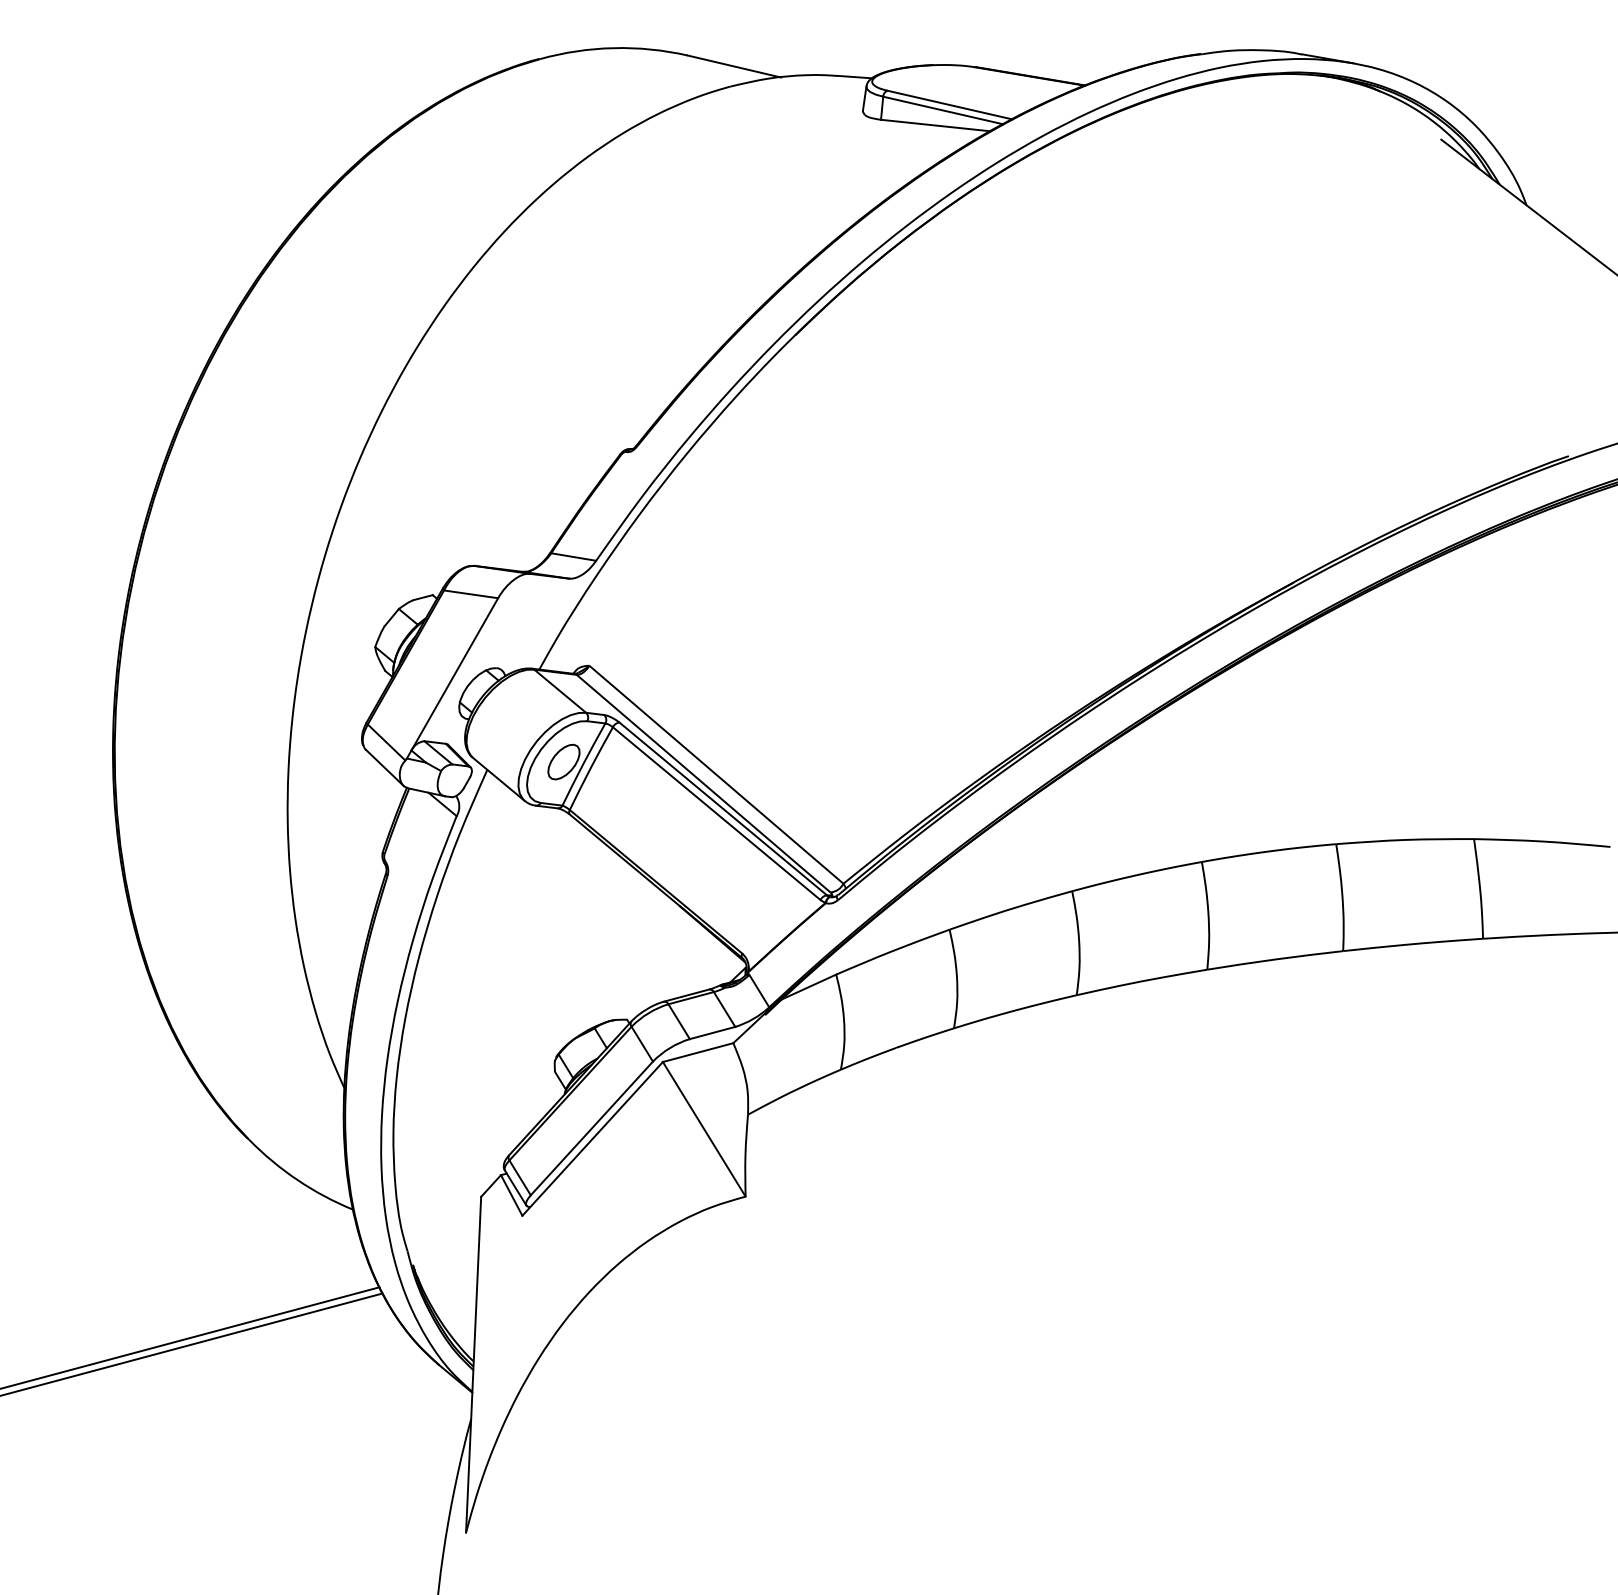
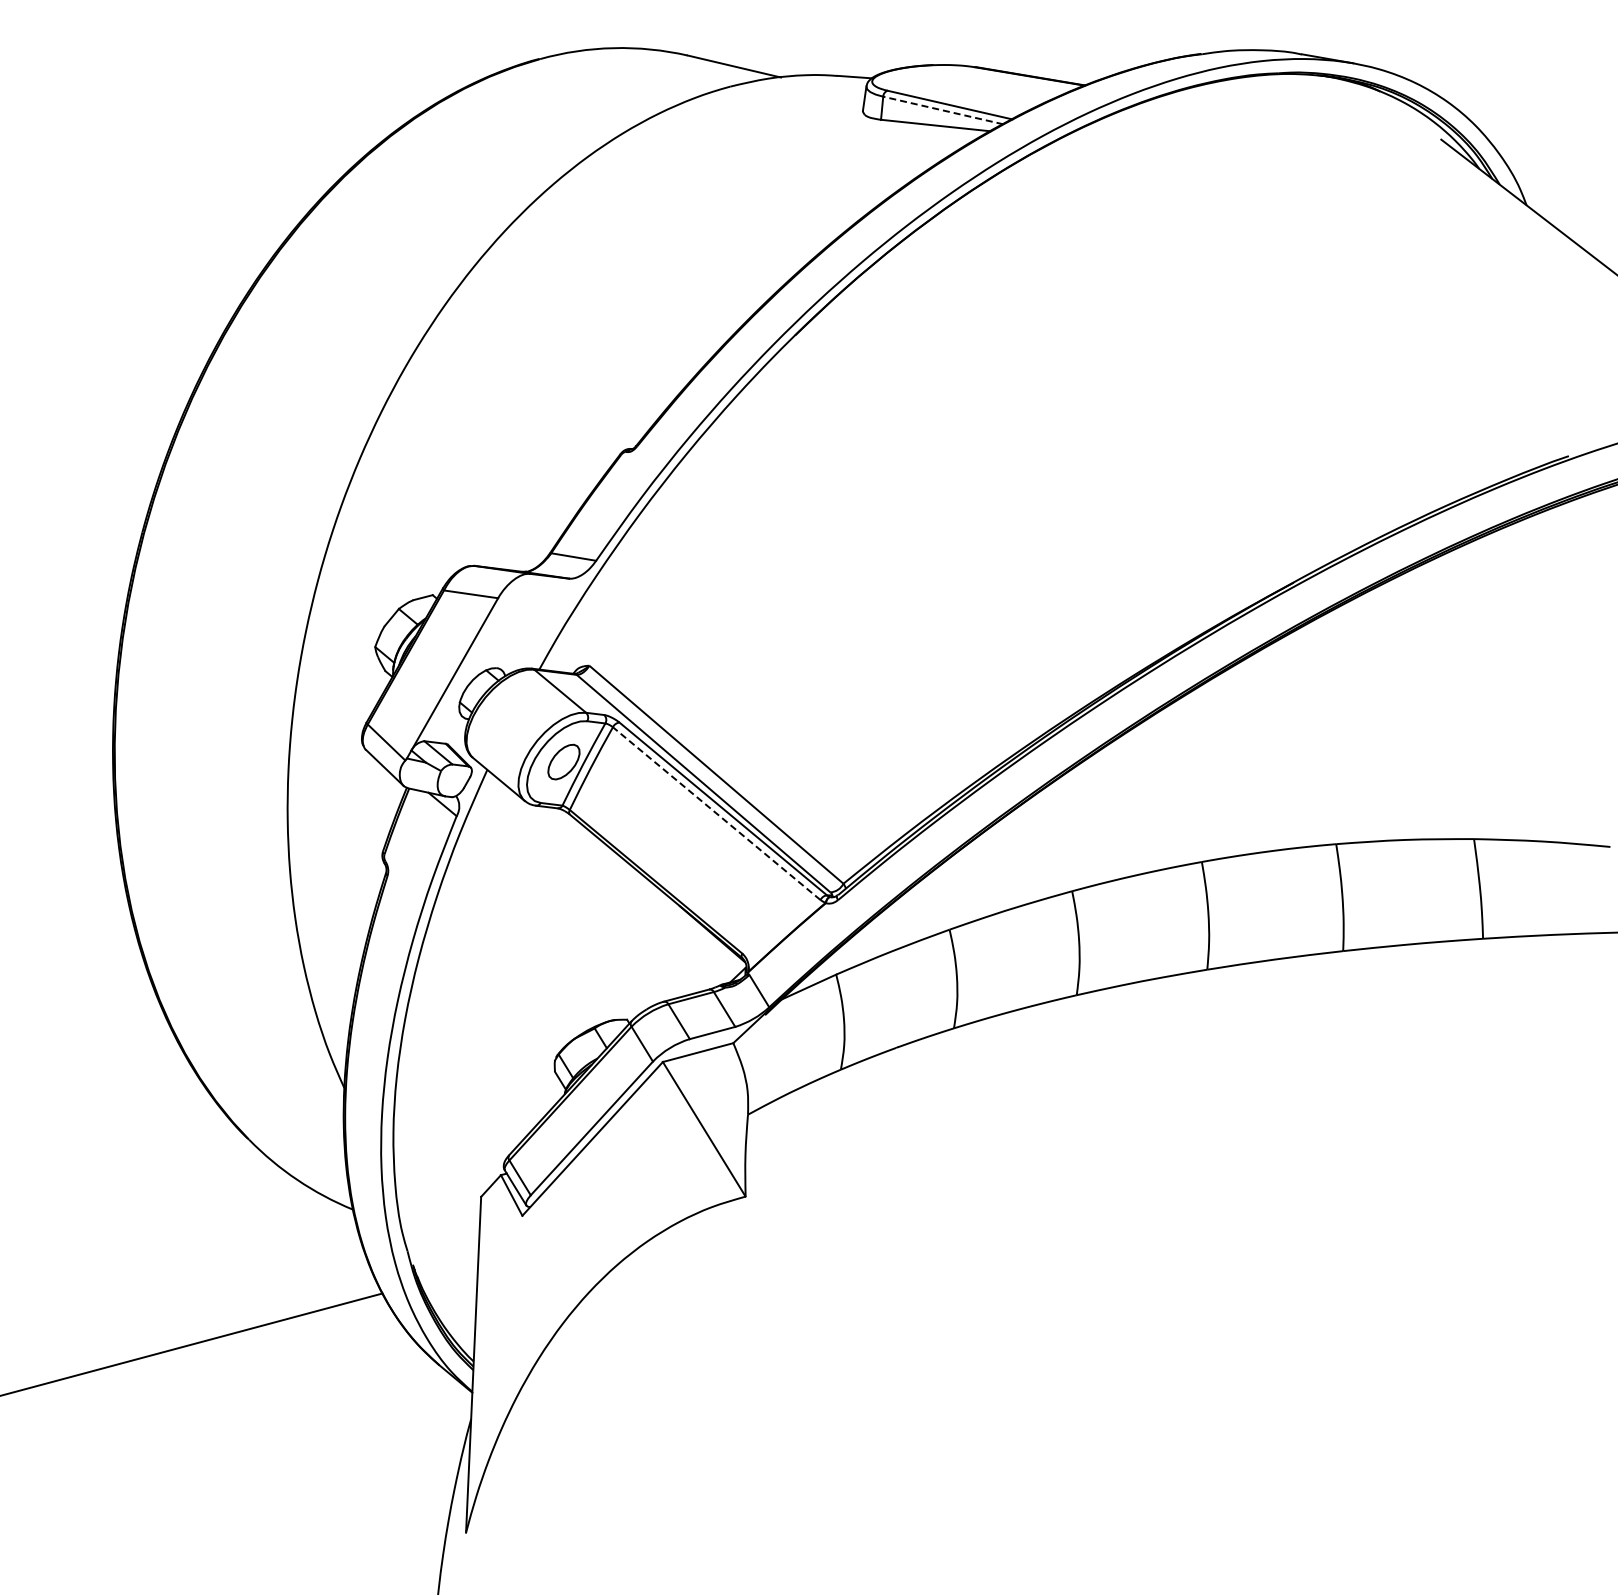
line at (943, 110): solid -> dashed
line at (716, 813): solid -> dashed
line at (190, 1337): present -> none
